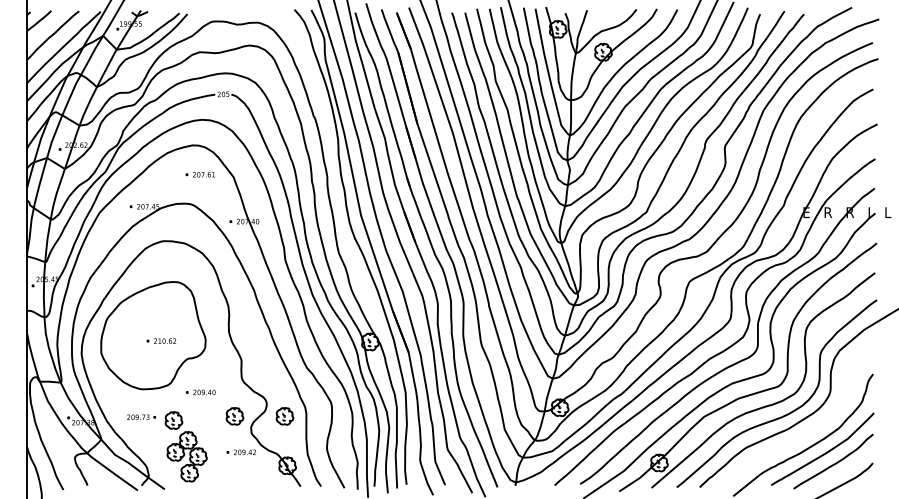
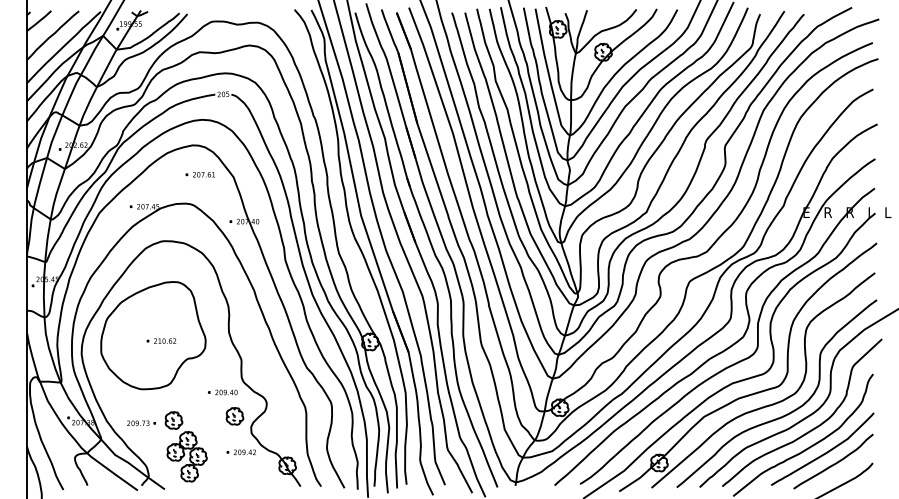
part at (200, 392) position: (200, 392) -> (222, 392)
part at (284, 416): present -> none
part at (141, 417) position: (141, 417) -> (141, 423)
curve at (812, 428): none -> present
